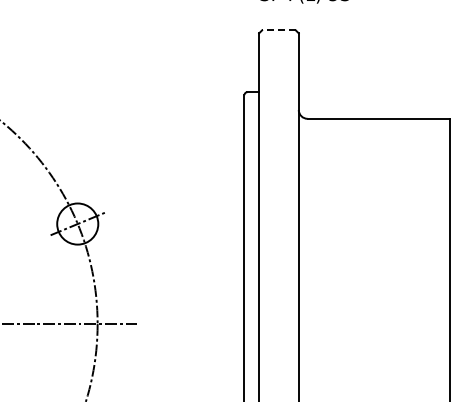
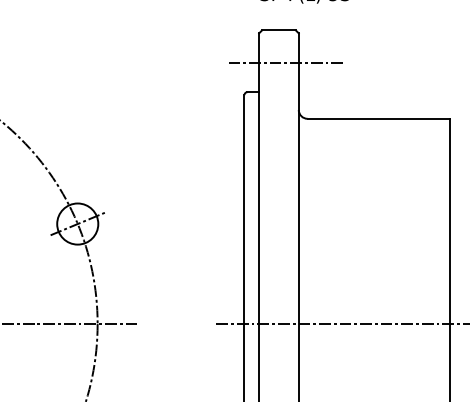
line at (278, 30): dashed -> solid
line at (285, 62): none -> present
line at (341, 324): none -> present
